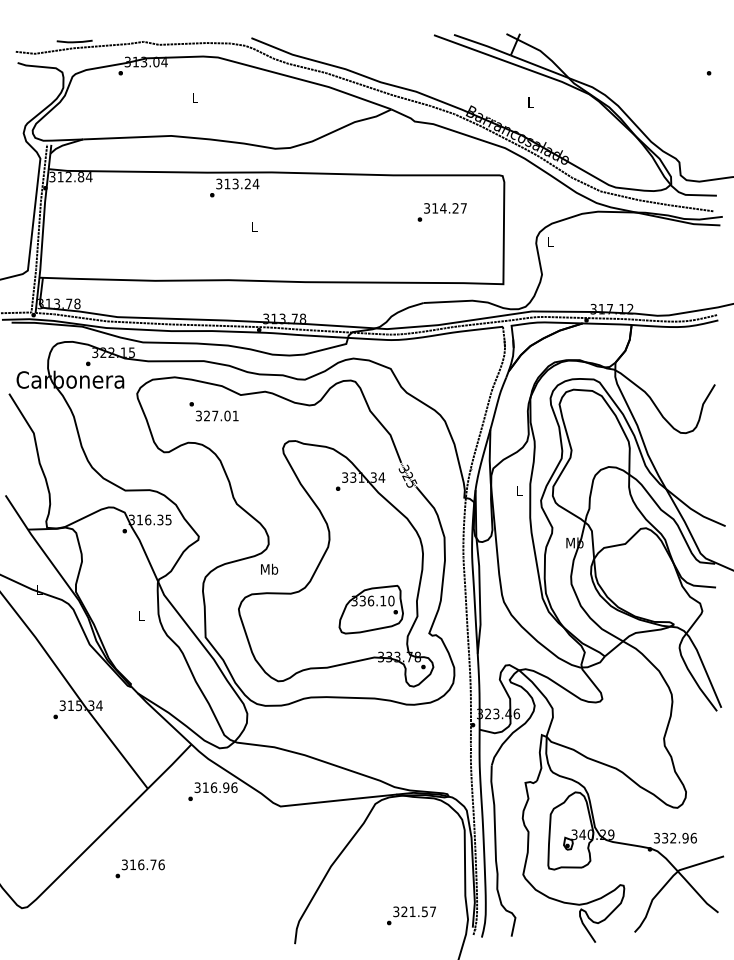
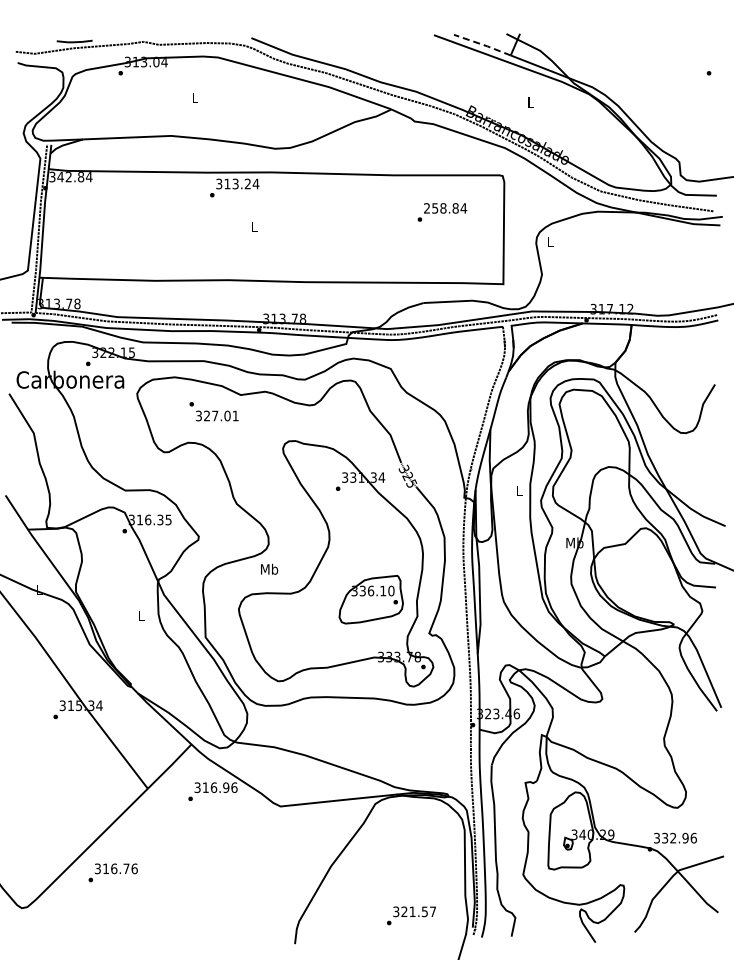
line at (483, 44): solid -> dashed
text at (60, 176): 312.84 -> 342.84
text at (445, 208): 314.27 -> 258.84
part at (370, 609) position: (370, 609) -> (370, 599)
text at (139, 868) position: (139, 868) -> (112, 872)
